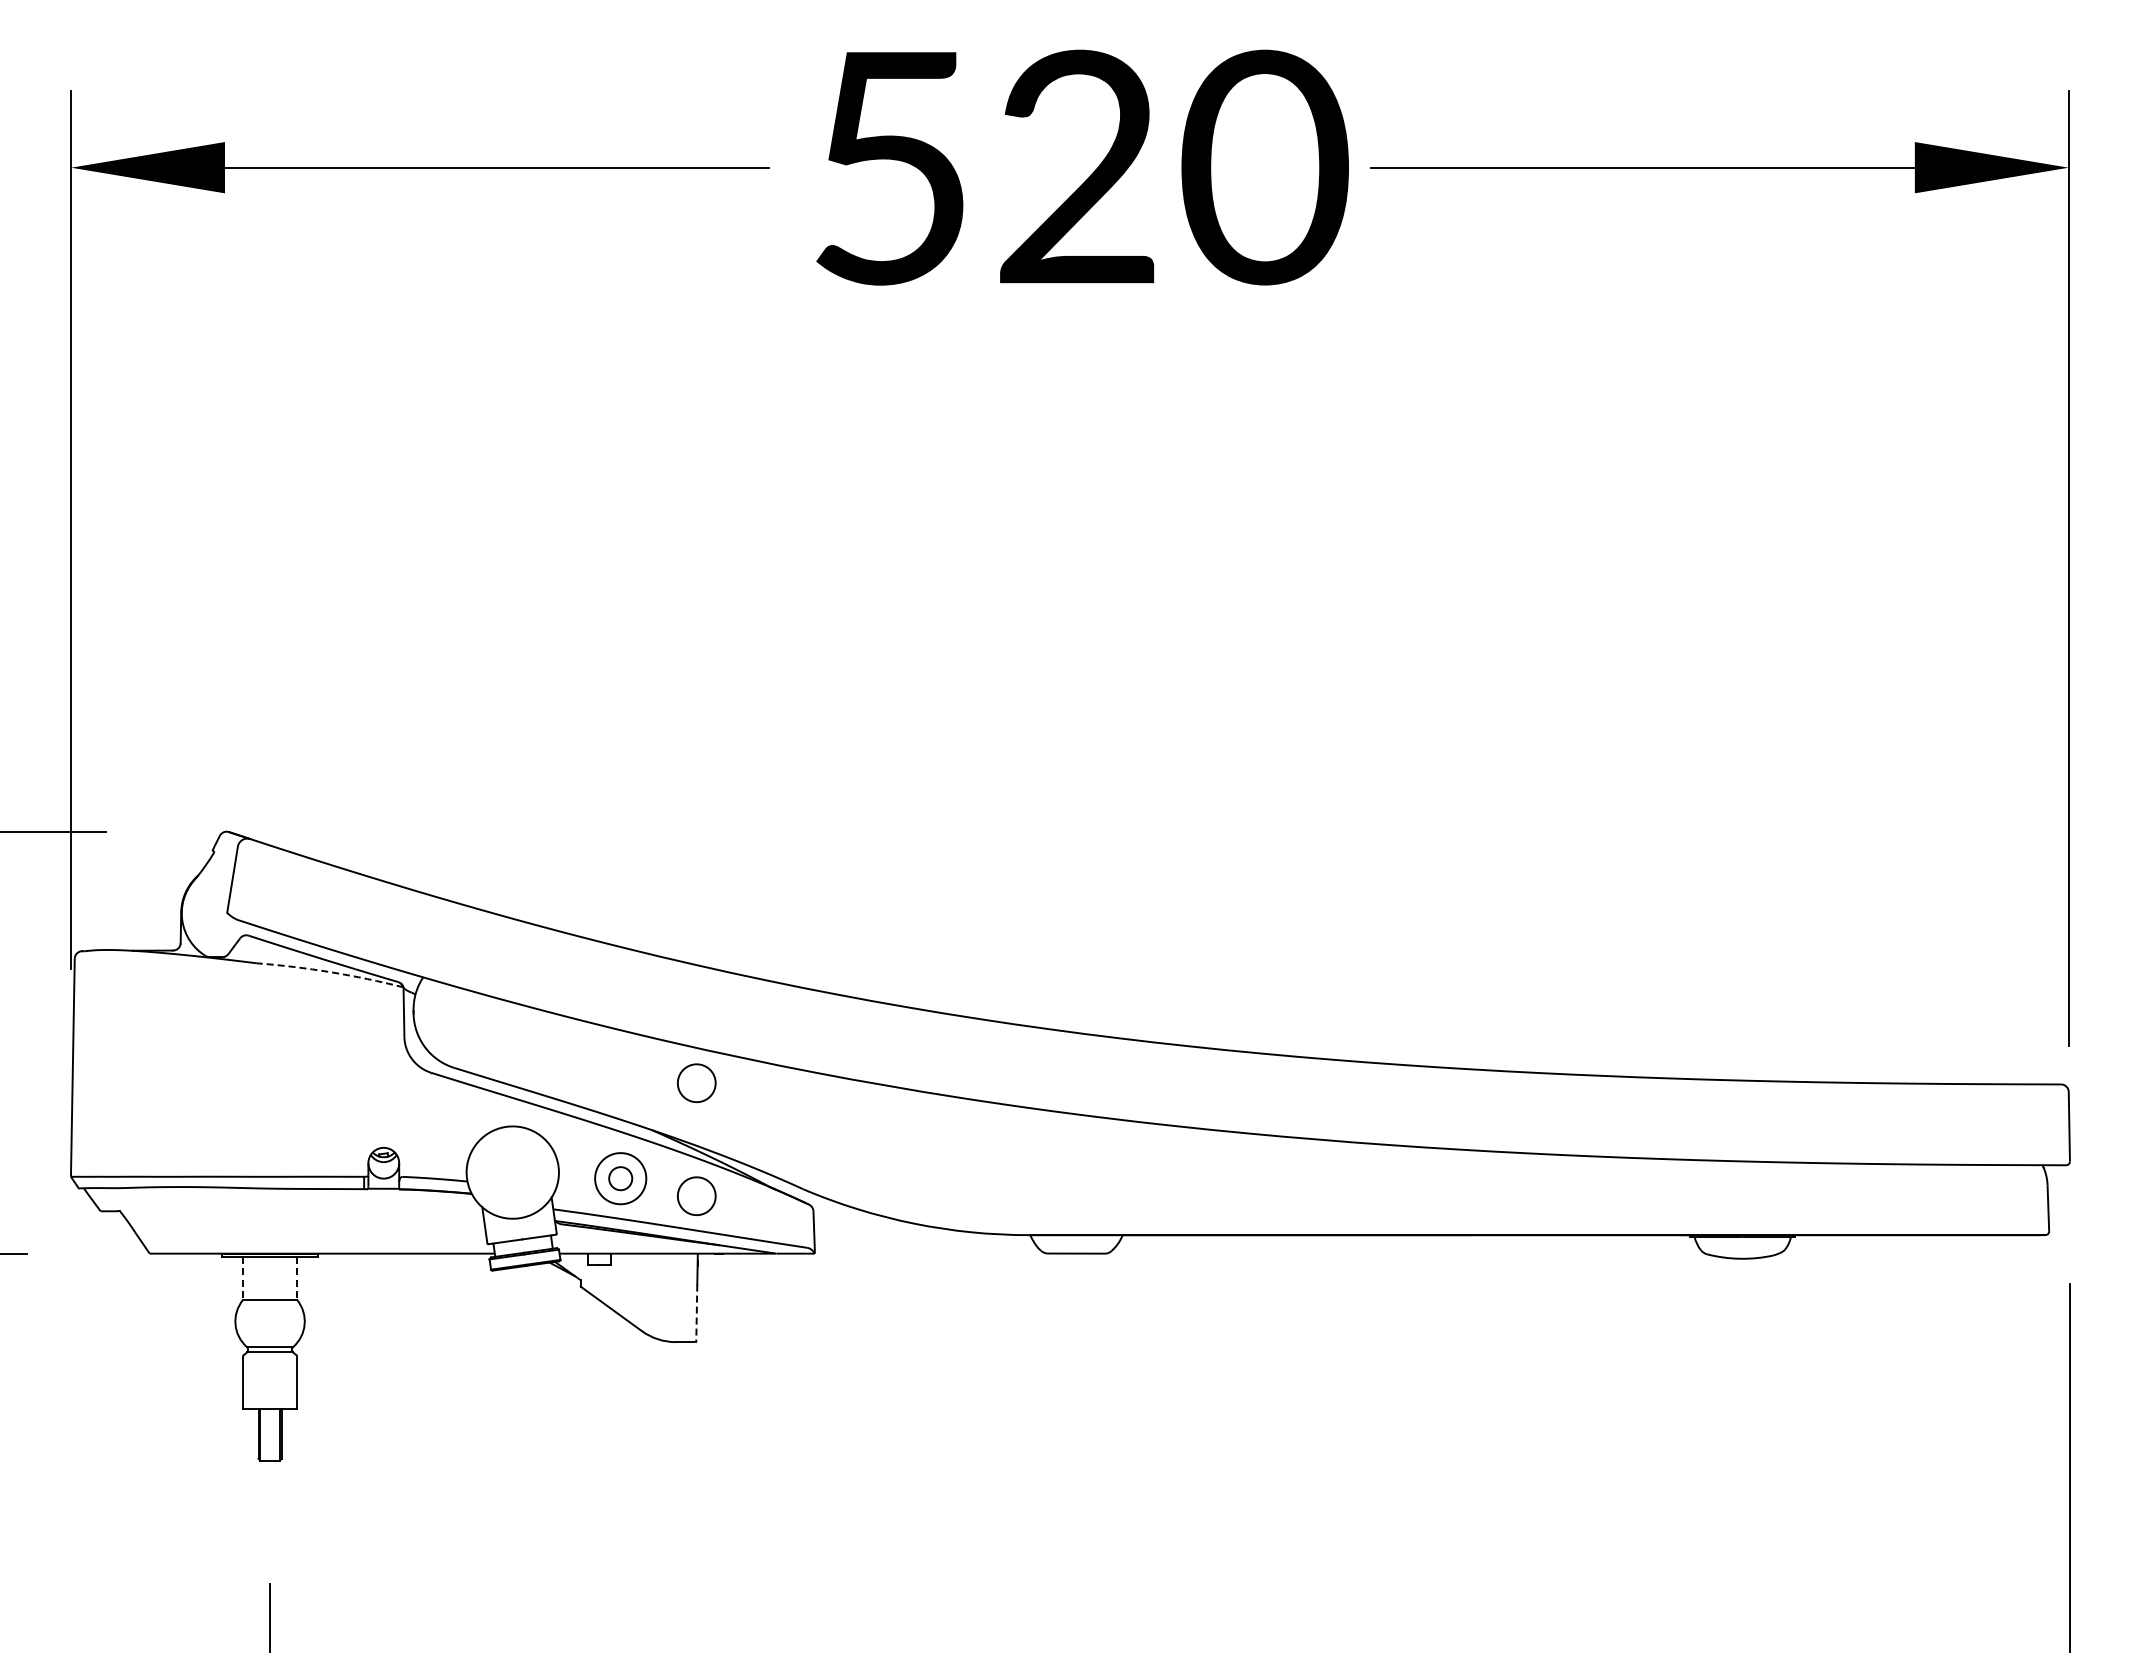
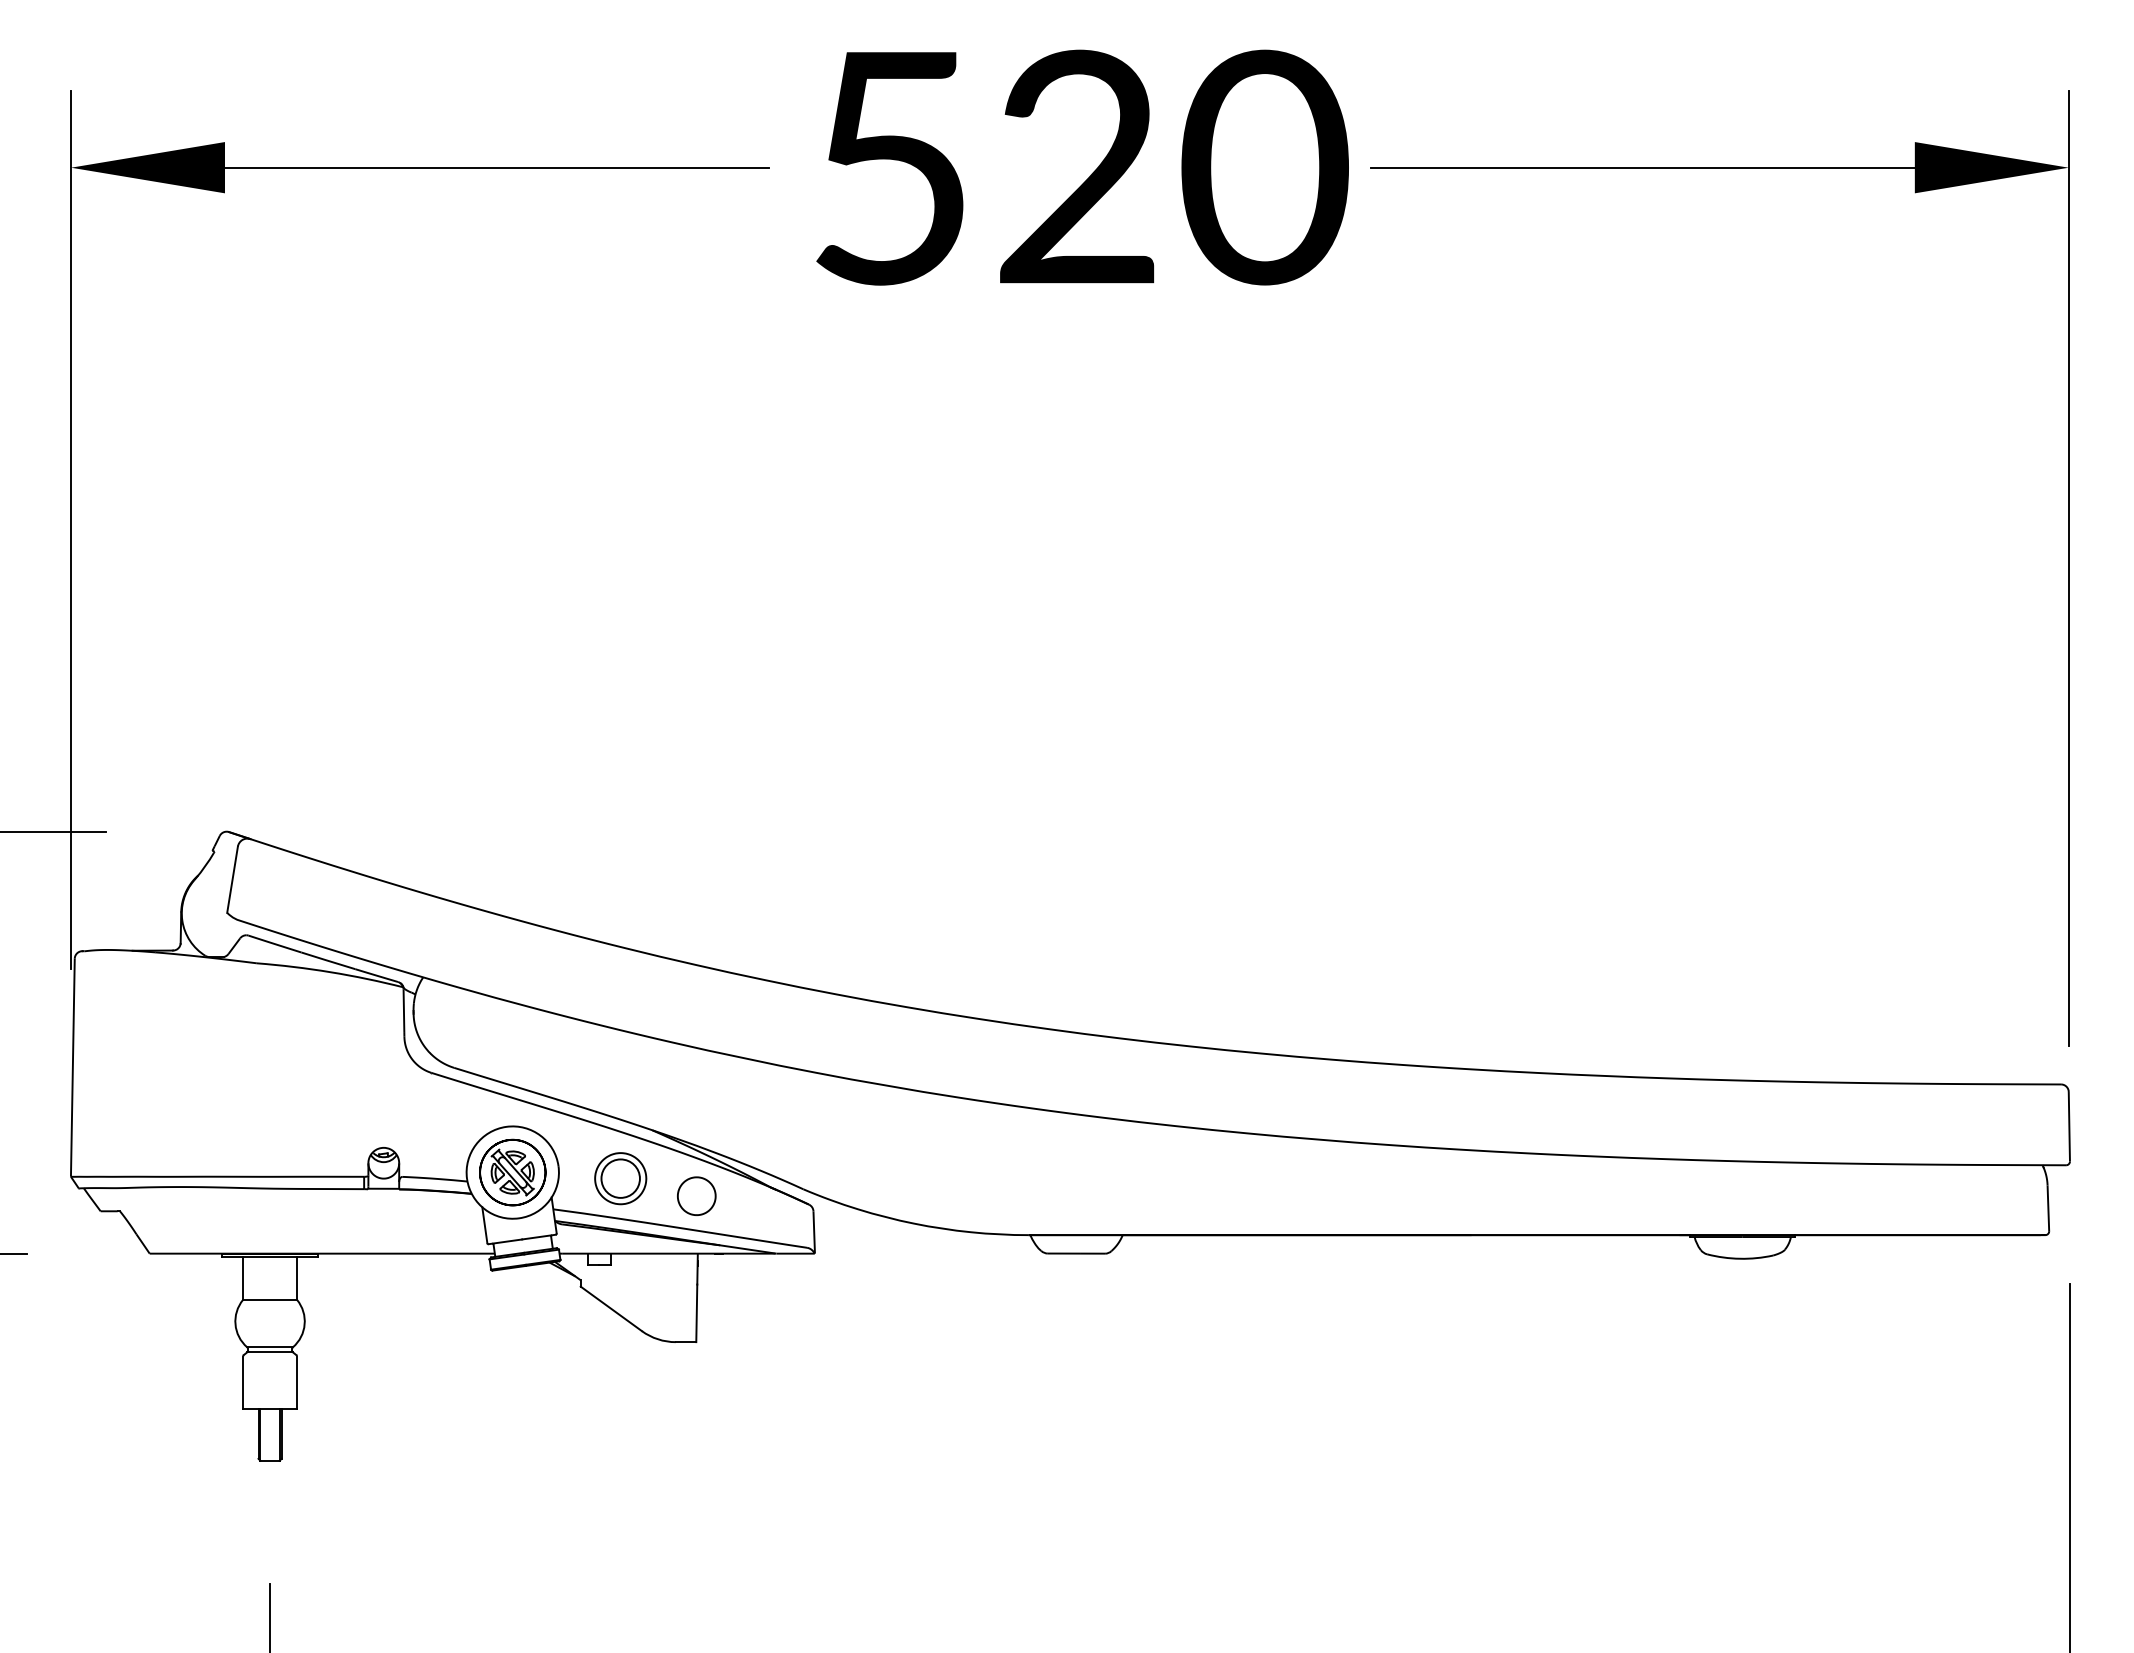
arc at (330, 972): dashed -> solid
part at (696, 1082): present -> none
part at (512, 1172): none -> present
circle at (620, 1178) diameter: 23 px -> 38 px
line at (243, 1279): dashed -> solid
line at (297, 1279): dashed -> solid
line at (696, 1313): dashed -> solid
